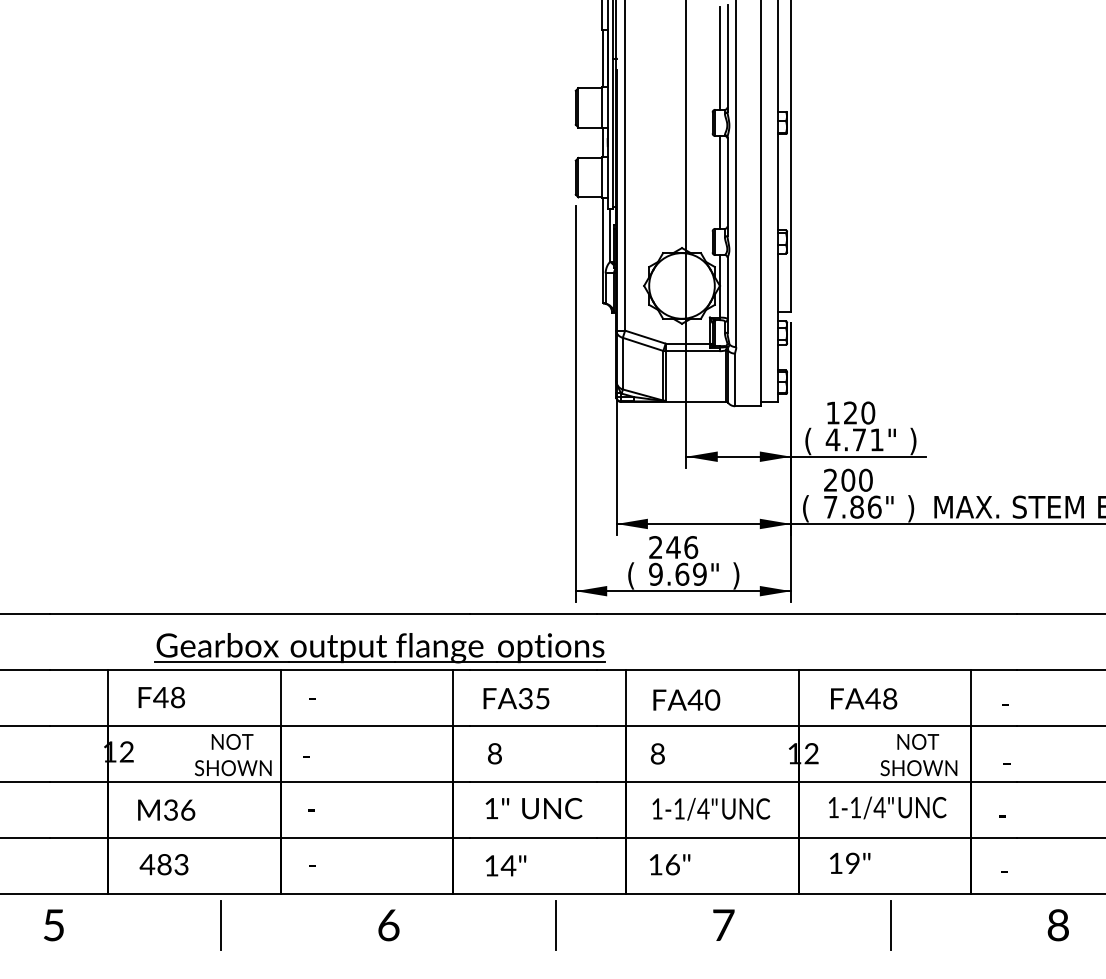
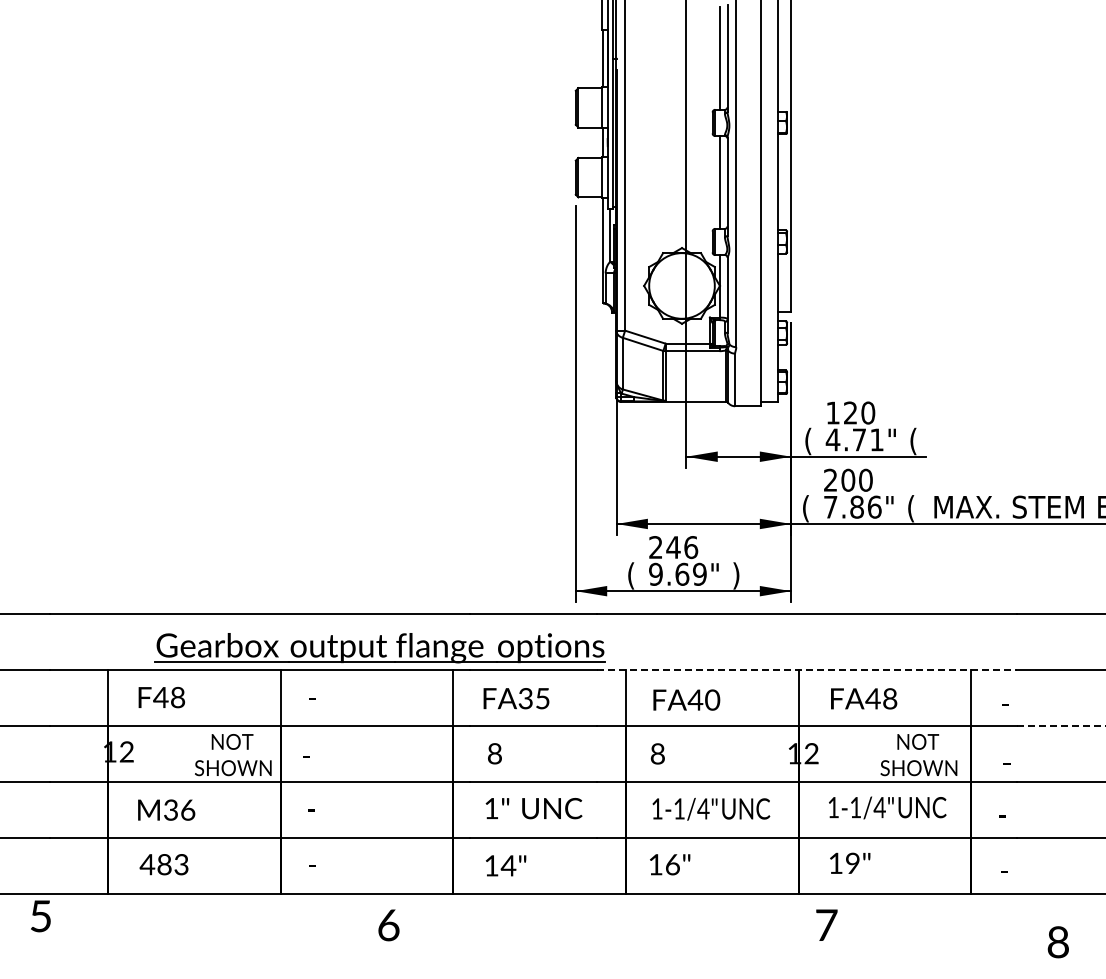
text at (913, 441): ) -> (
text at (911, 508): ) -> (
line at (806, 669): solid -> dashed
line at (1061, 725): solid -> dashed
line at (221, 924): present -> none
line at (555, 924): present -> none
text at (723, 924) position: (723, 924) -> (826, 924)
line at (890, 924): present -> none
text at (53, 925) position: (53, 925) -> (40, 916)
text at (1057, 925) position: (1057, 925) -> (1057, 942)
